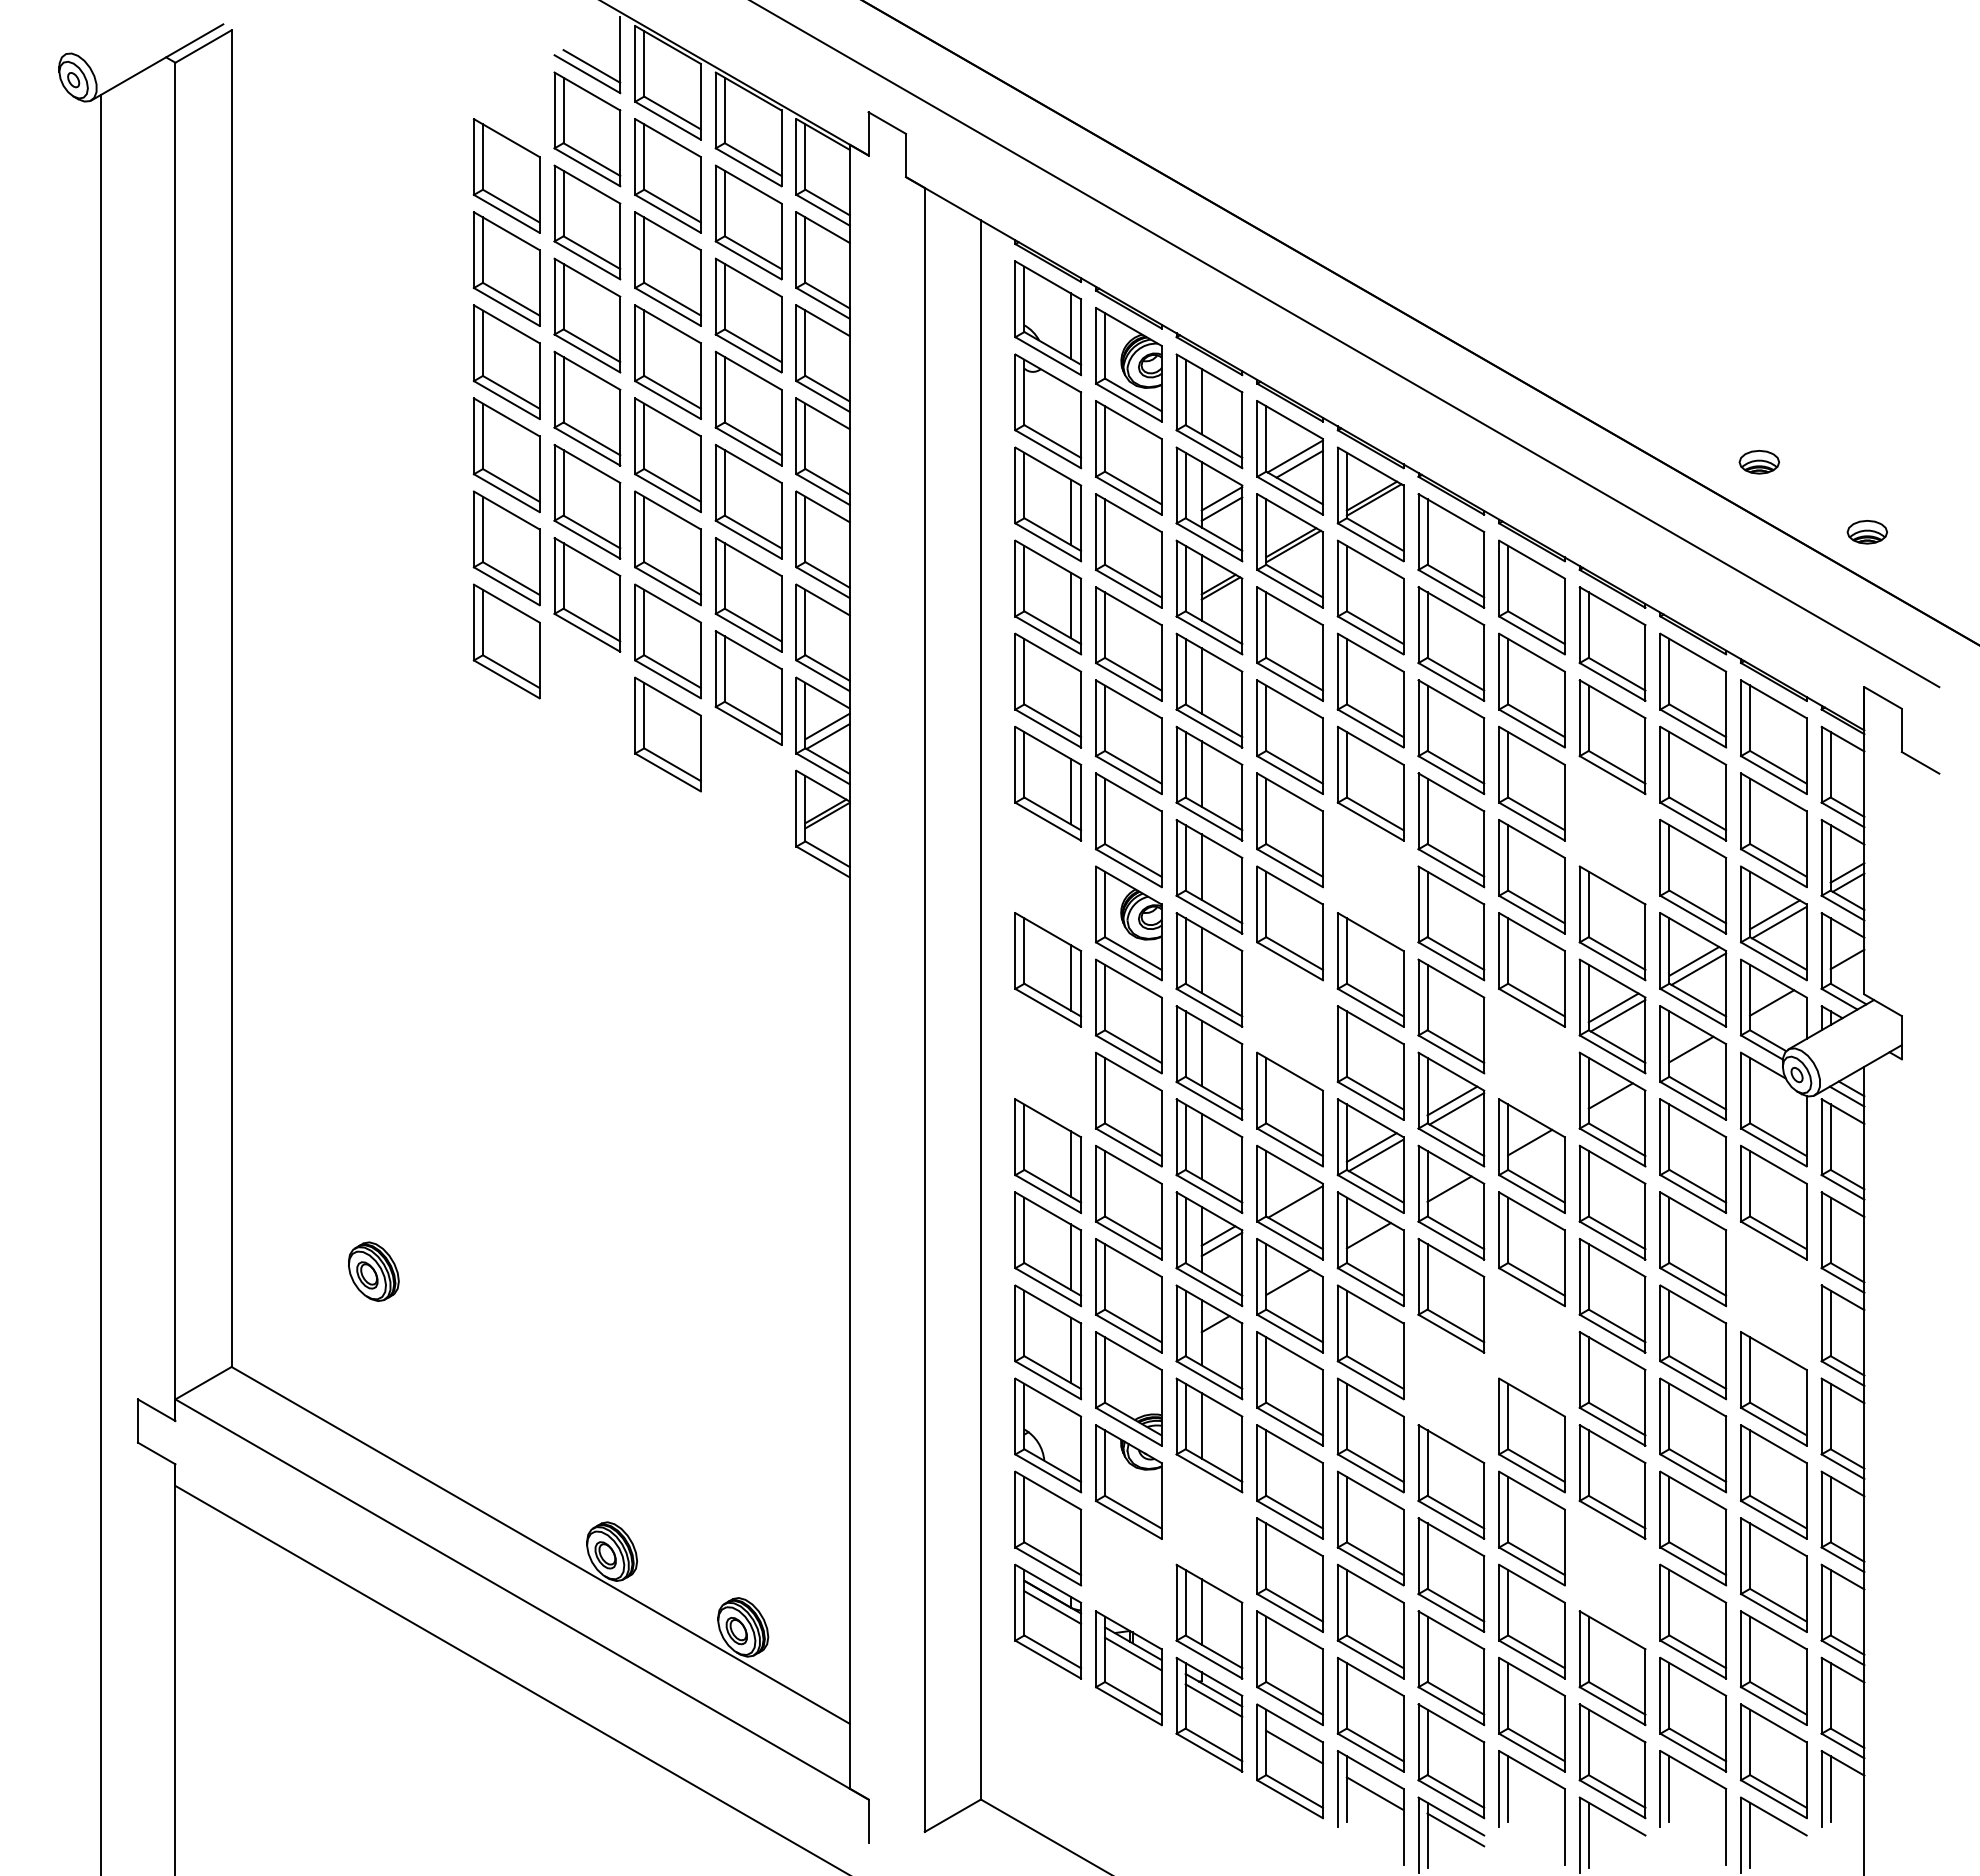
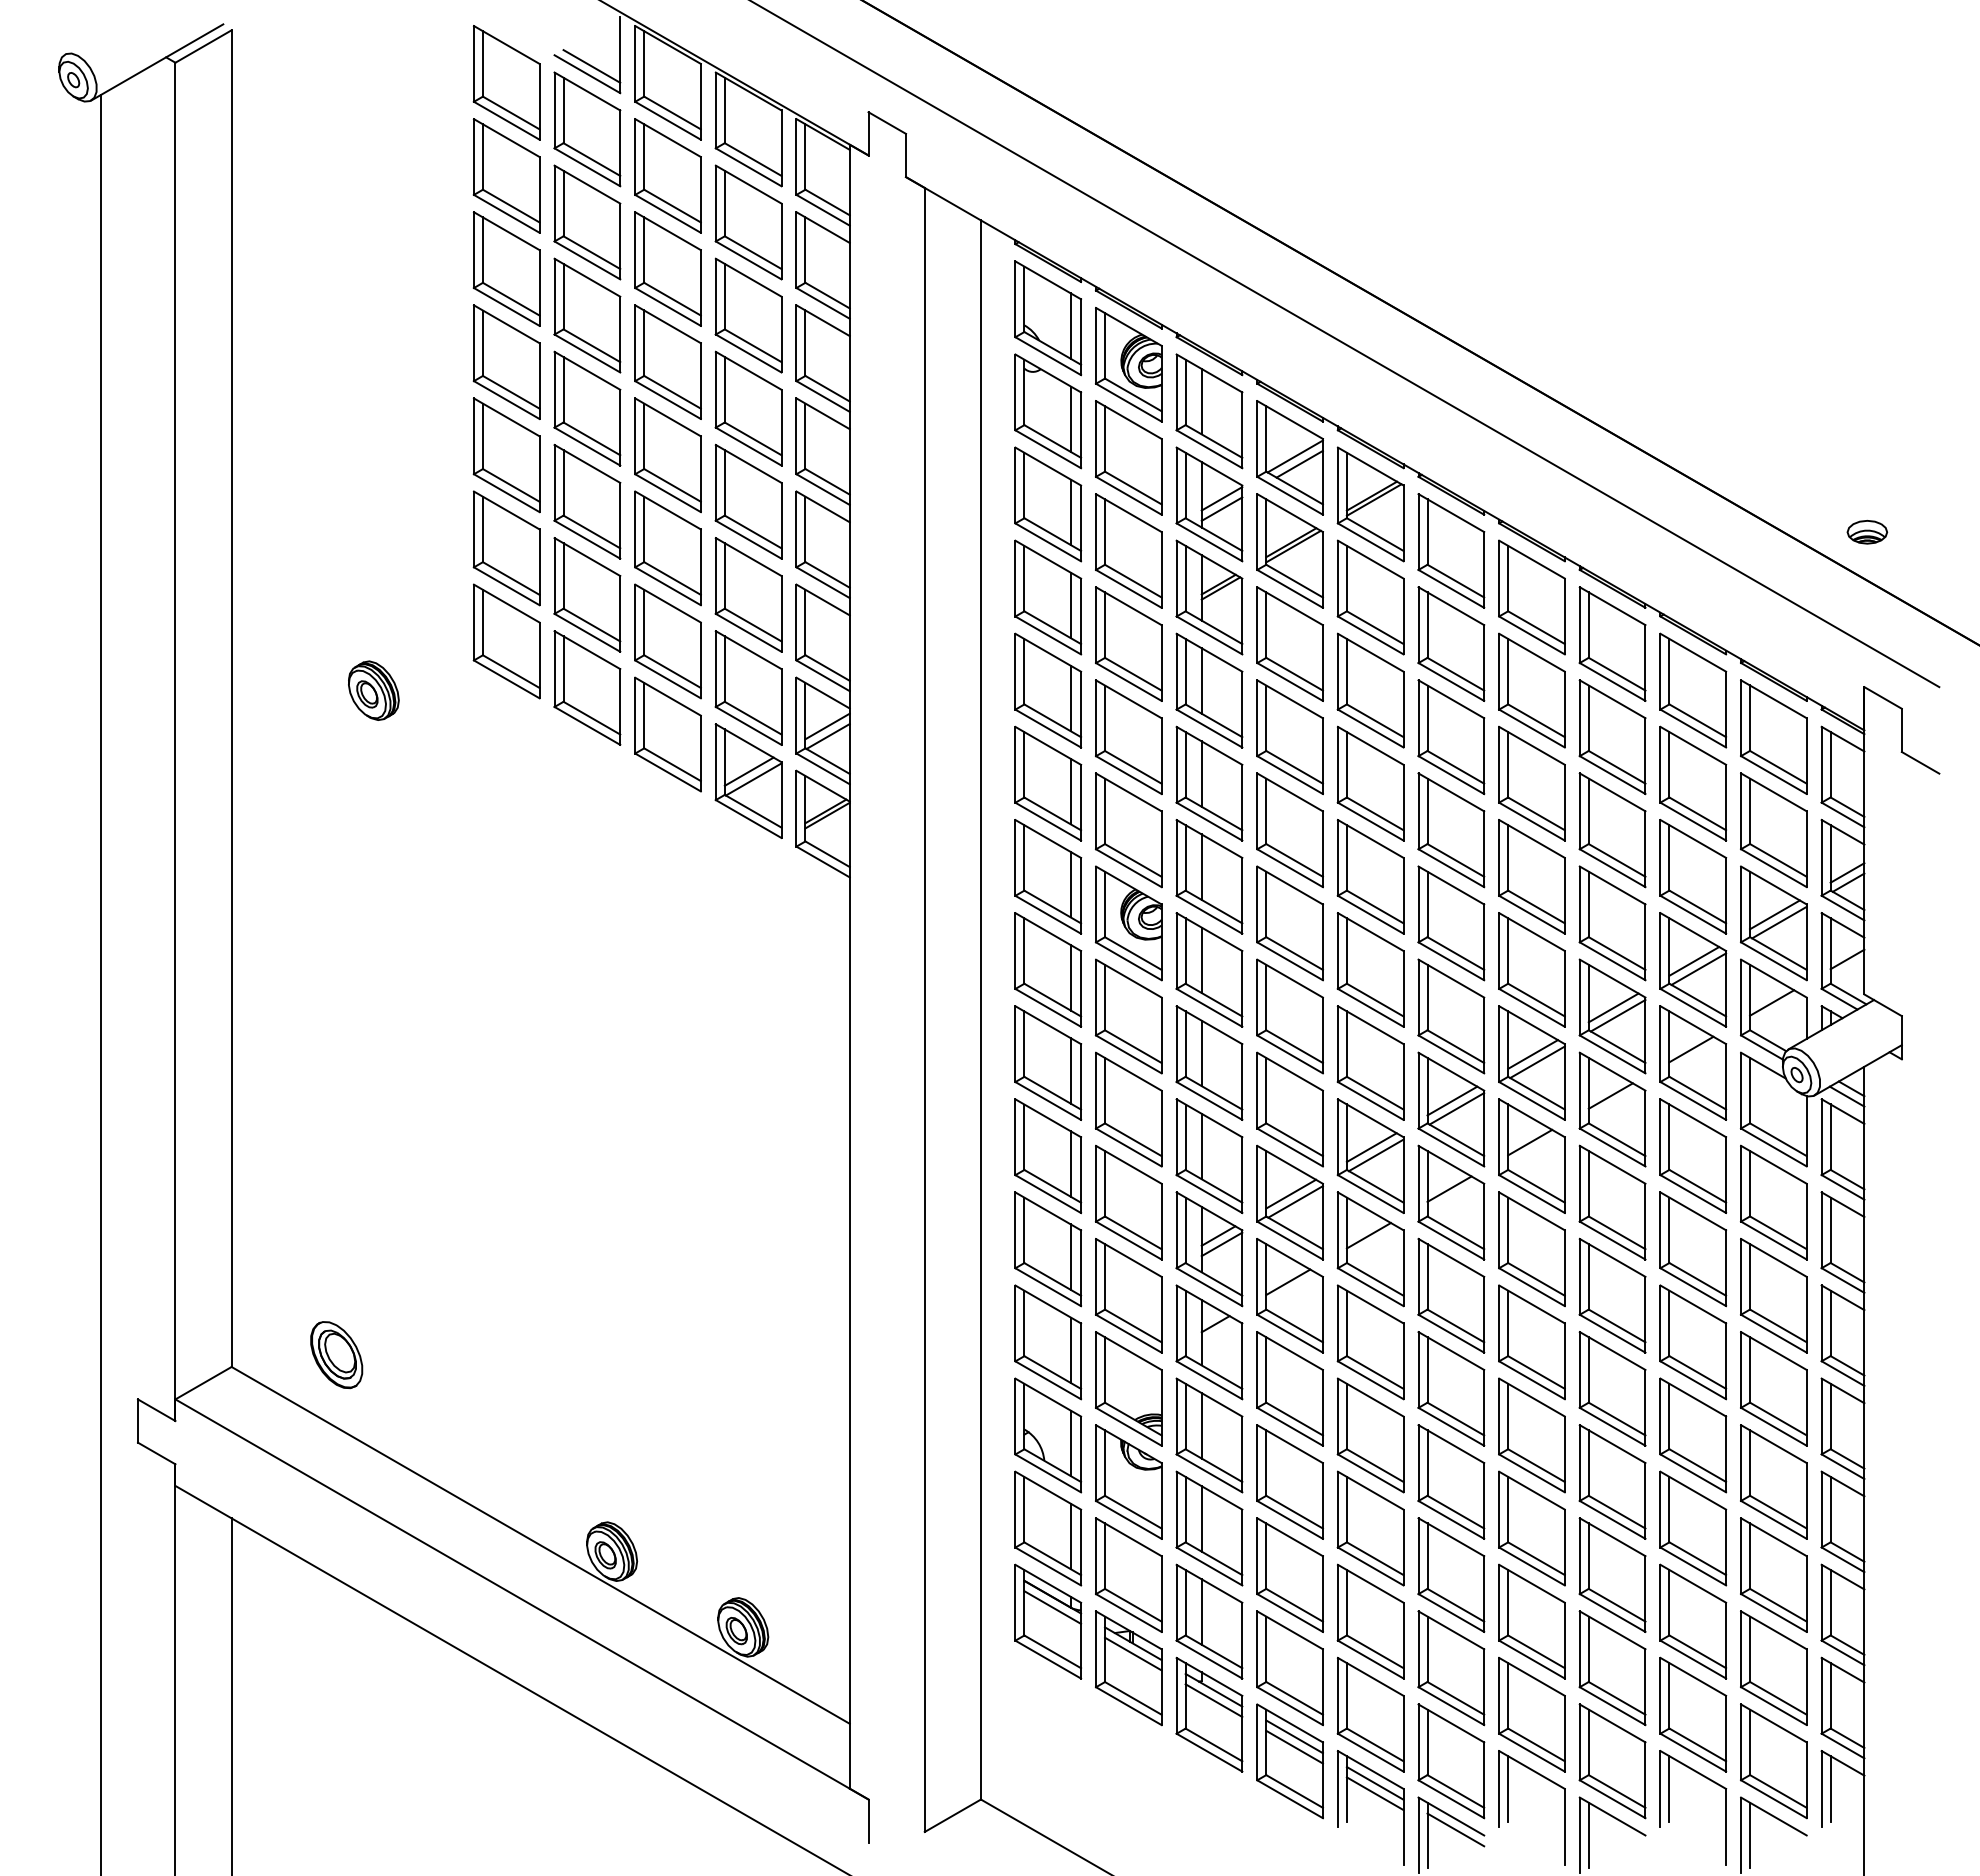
part at (506, 82): none -> present
line at (1070, 418): none -> present
part at (1759, 462): present -> none
part at (587, 687): none -> present
line at (1070, 698): none -> present
part at (748, 780): none -> present
part at (1612, 830): none -> present
part at (1048, 876): none -> present
part at (1370, 876): none -> present
part at (1289, 1016): none -> present
part at (1048, 1062): none -> present
part at (1531, 1062): none -> present
line at (1291, 1193): none -> present
part at (373, 1271) position: (373, 1271) -> (373, 690)
part at (1773, 1295): none -> present
part at (1531, 1342): none -> present
part at (336, 1355): none -> present
part at (1451, 1388): none -> present
line at (1070, 1443): none -> present
part at (1209, 1528): none -> present
line at (1070, 1536): none -> present
part at (1128, 1574): none -> present
part at (1612, 1574): none -> present
line at (231, 1695): none -> present
line at (1294, 1736): none -> present
line at (1374, 1783): none -> present
